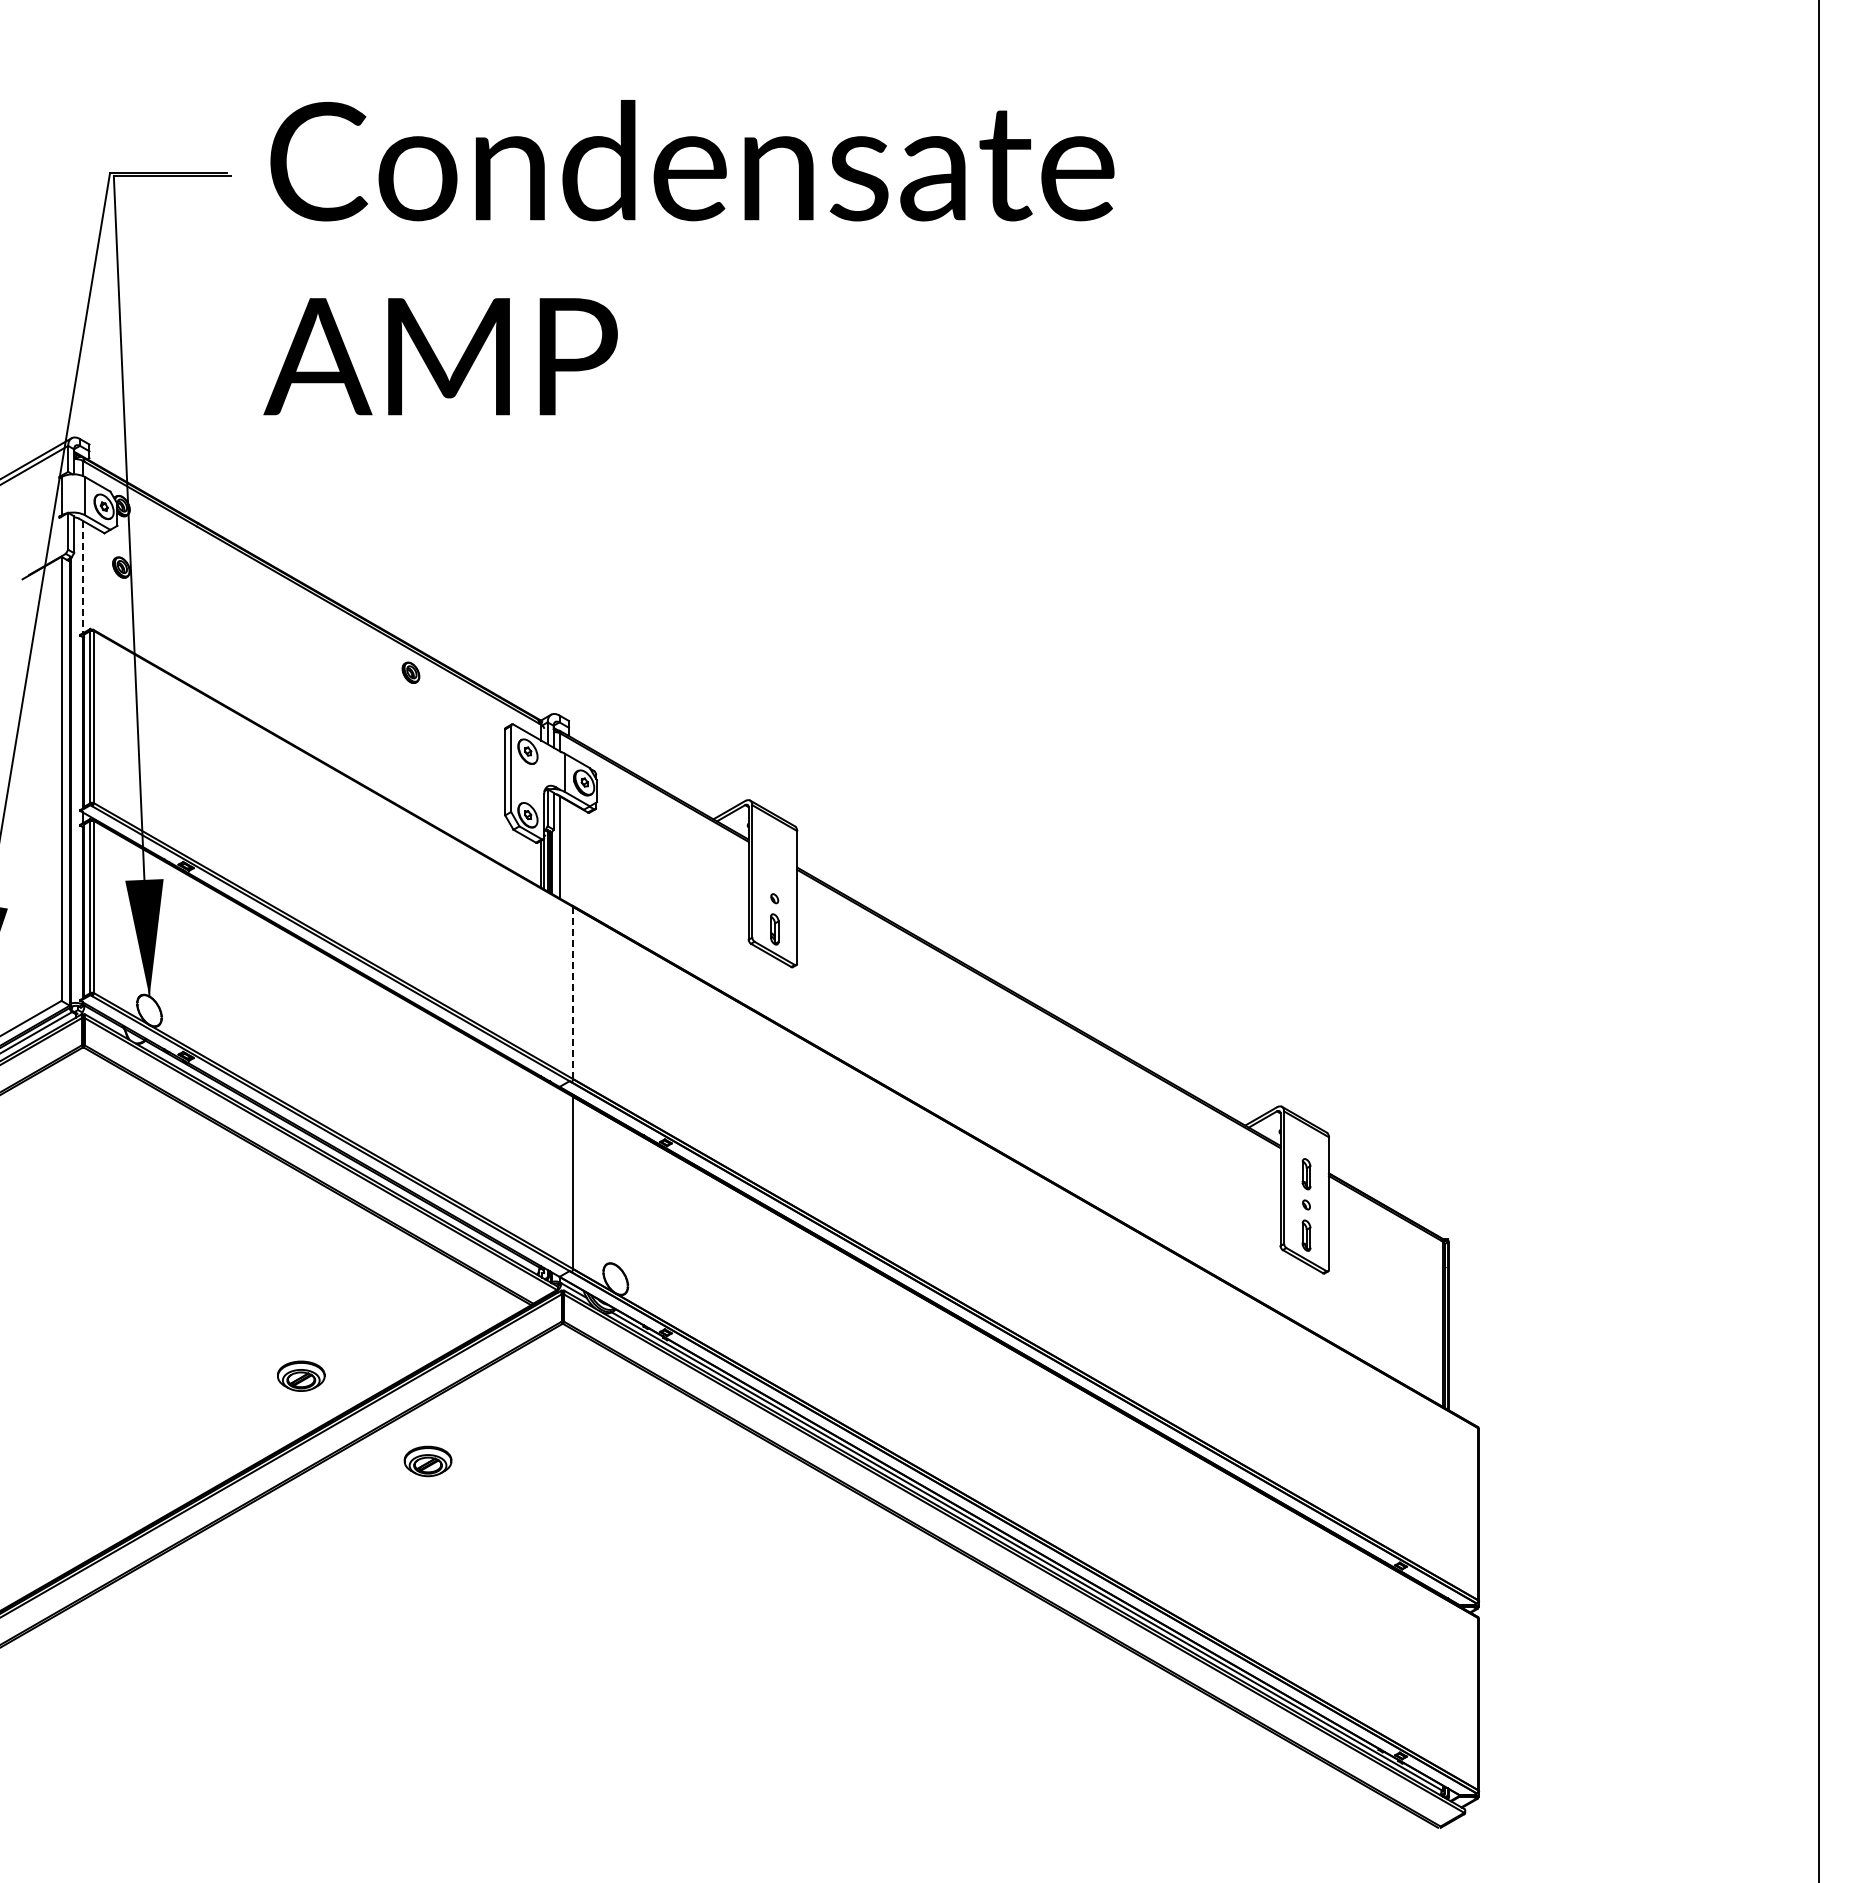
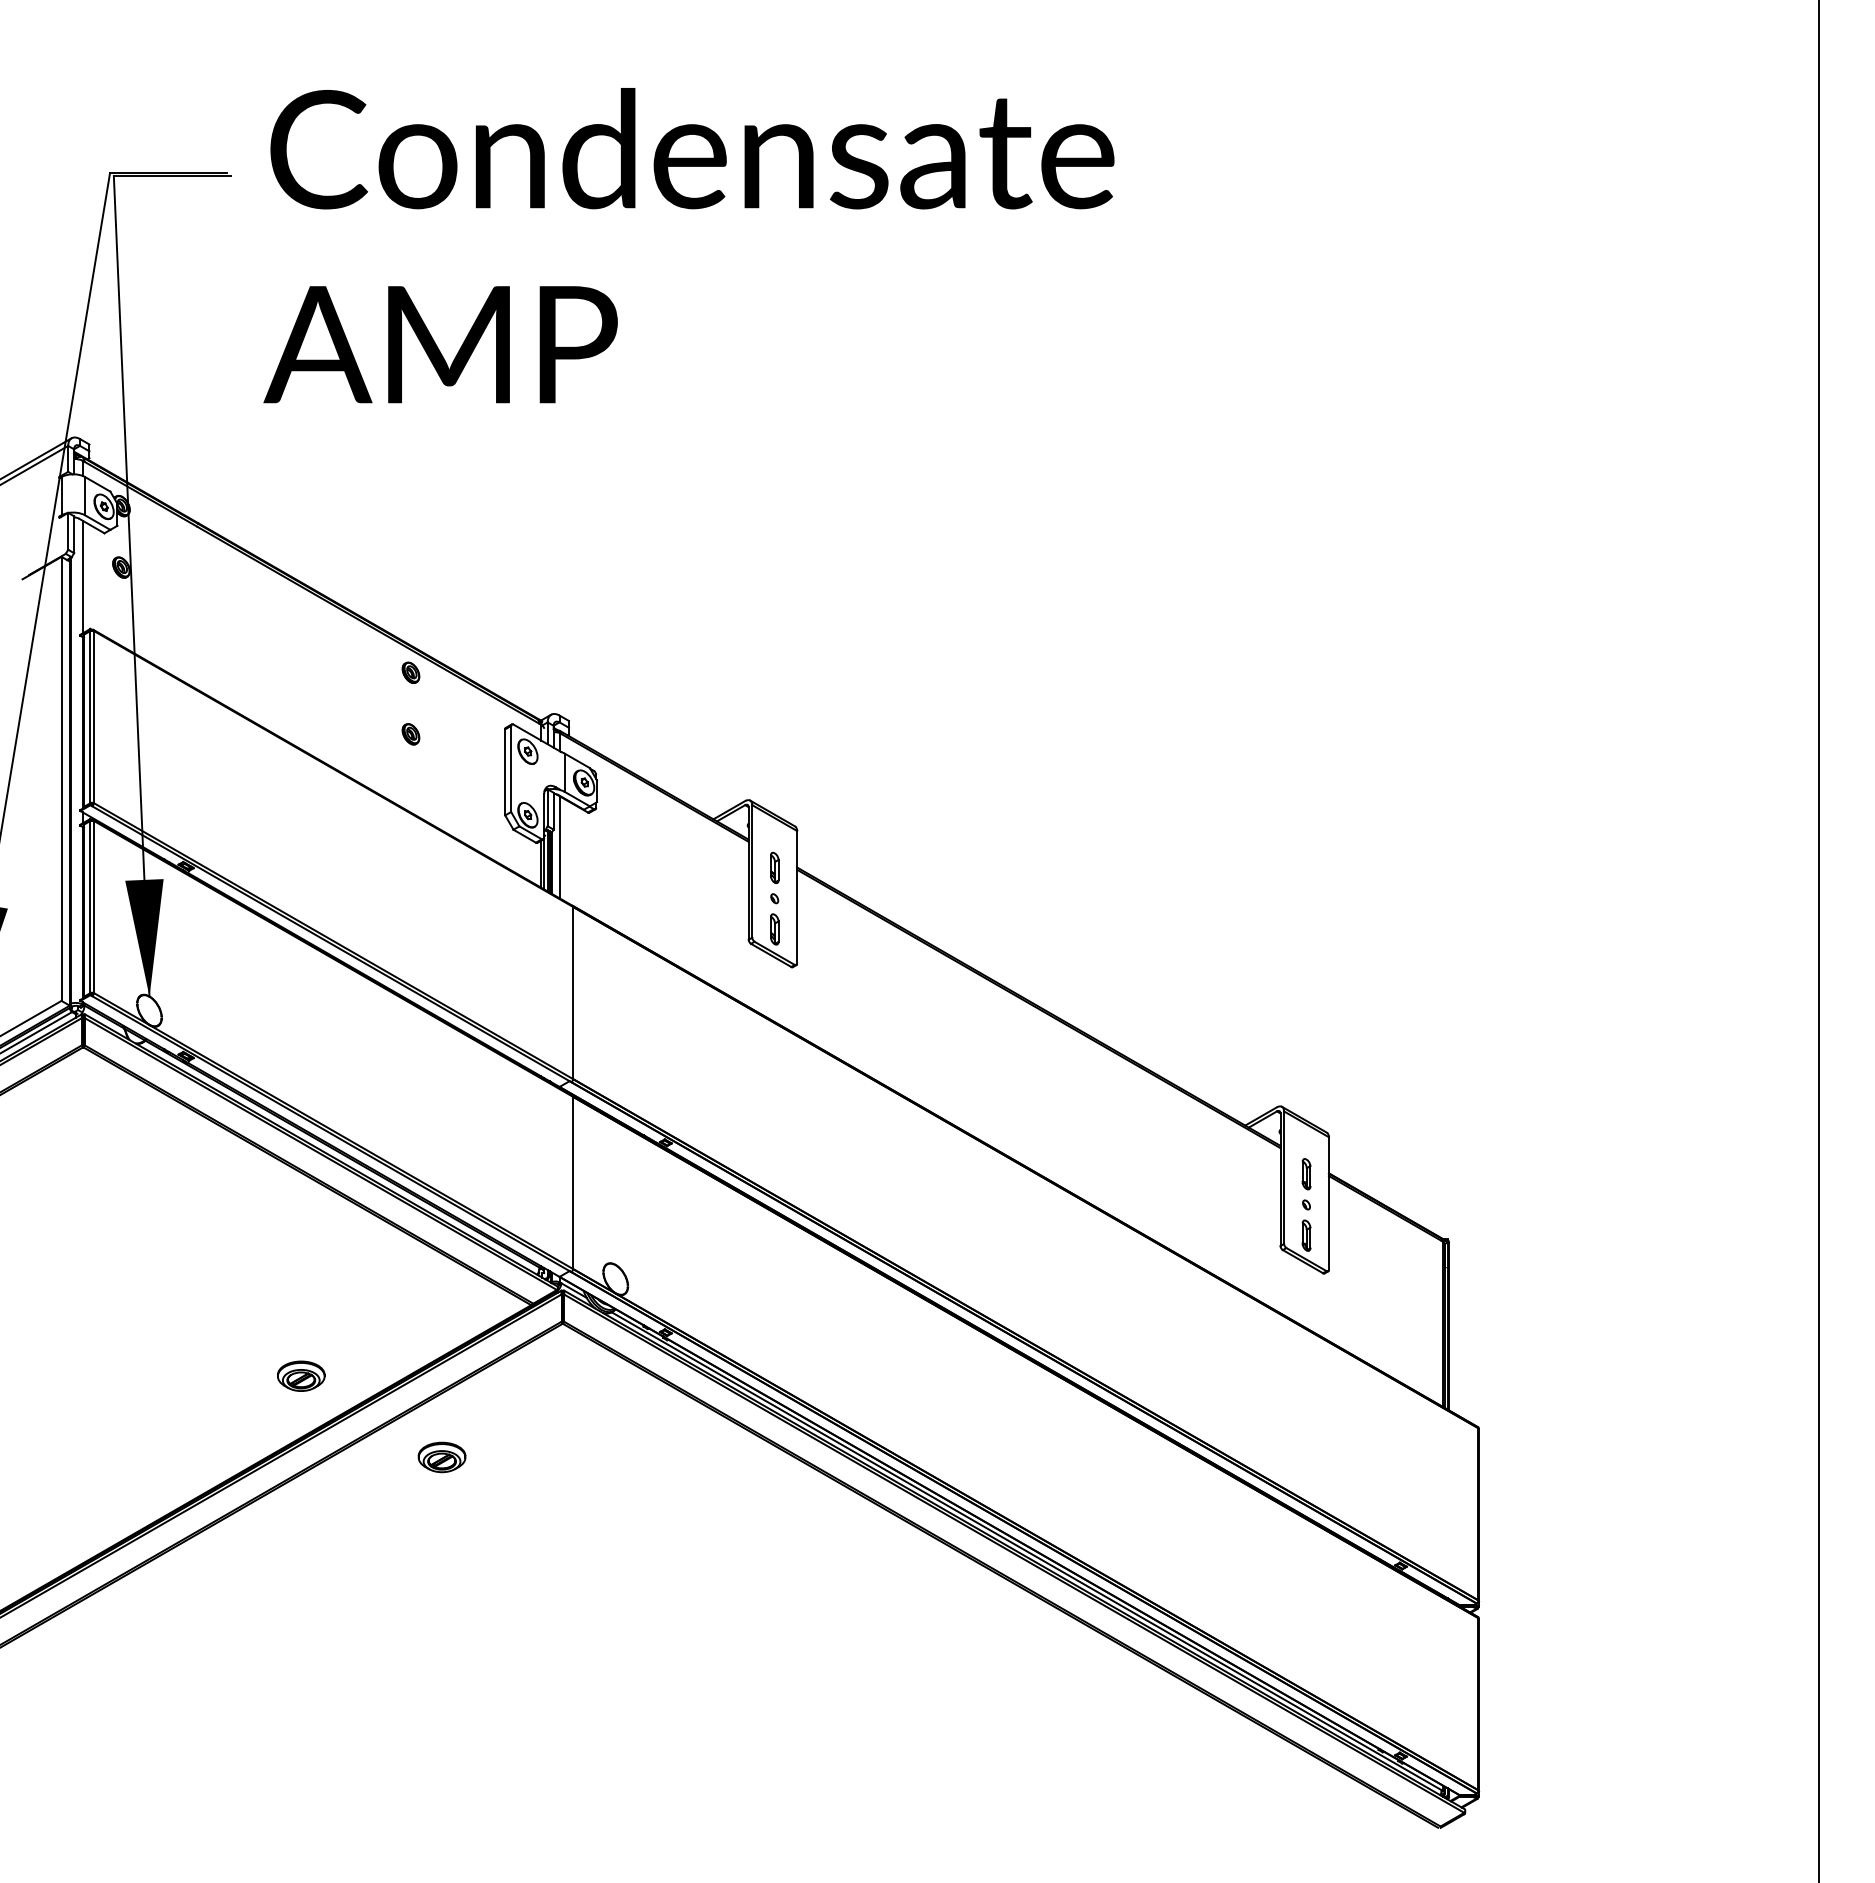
text at (688, 257) position: (688, 257) -> (688, 245)
line at (82, 577): dashed -> solid
part at (410, 734): none -> present
part at (774, 867): none -> present
line at (573, 993): dashed -> solid
part at (427, 1461) position: (427, 1461) -> (441, 1457)
